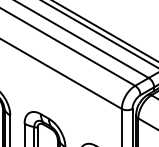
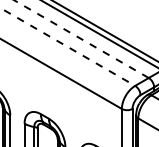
line at (81, 38): solid -> dashed
line at (67, 46): solid -> dashed
